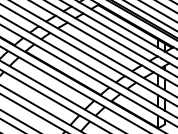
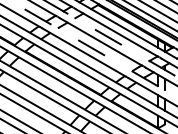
line at (111, 38): solid -> dashed
line at (92, 48): solid -> dashed
